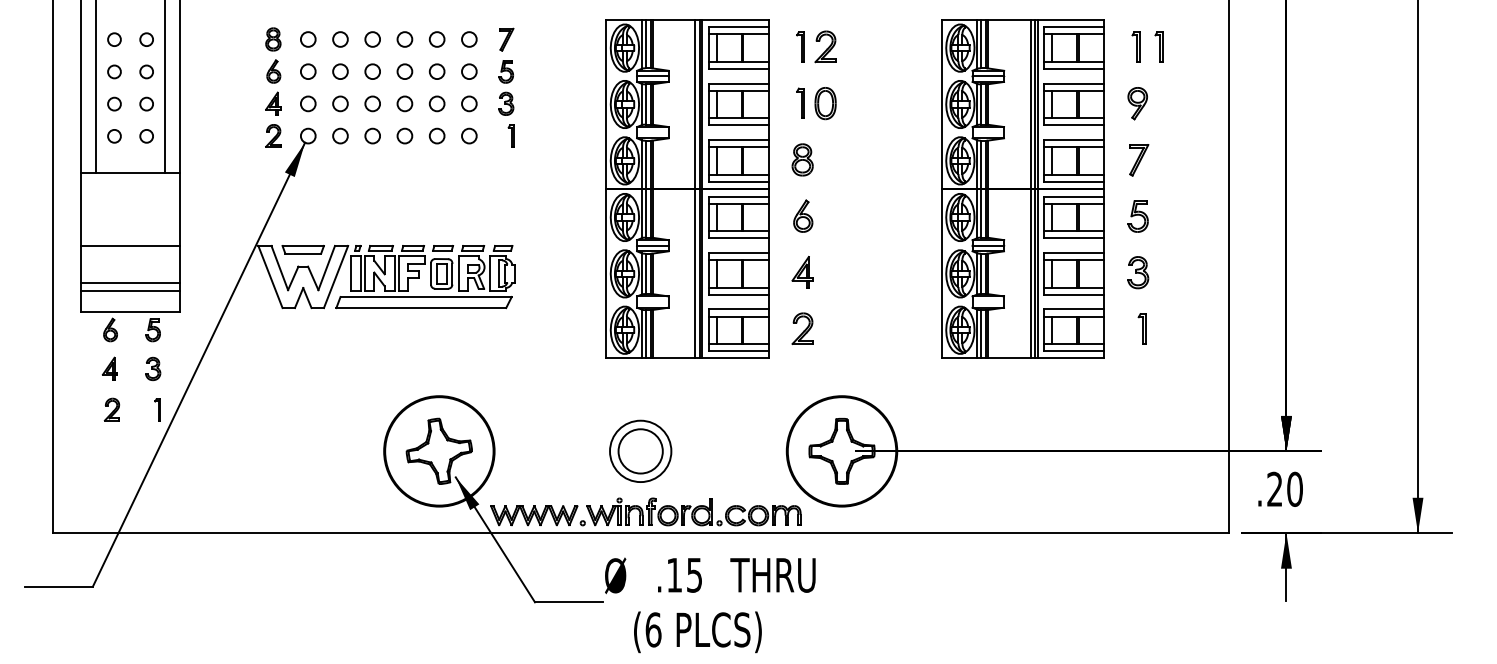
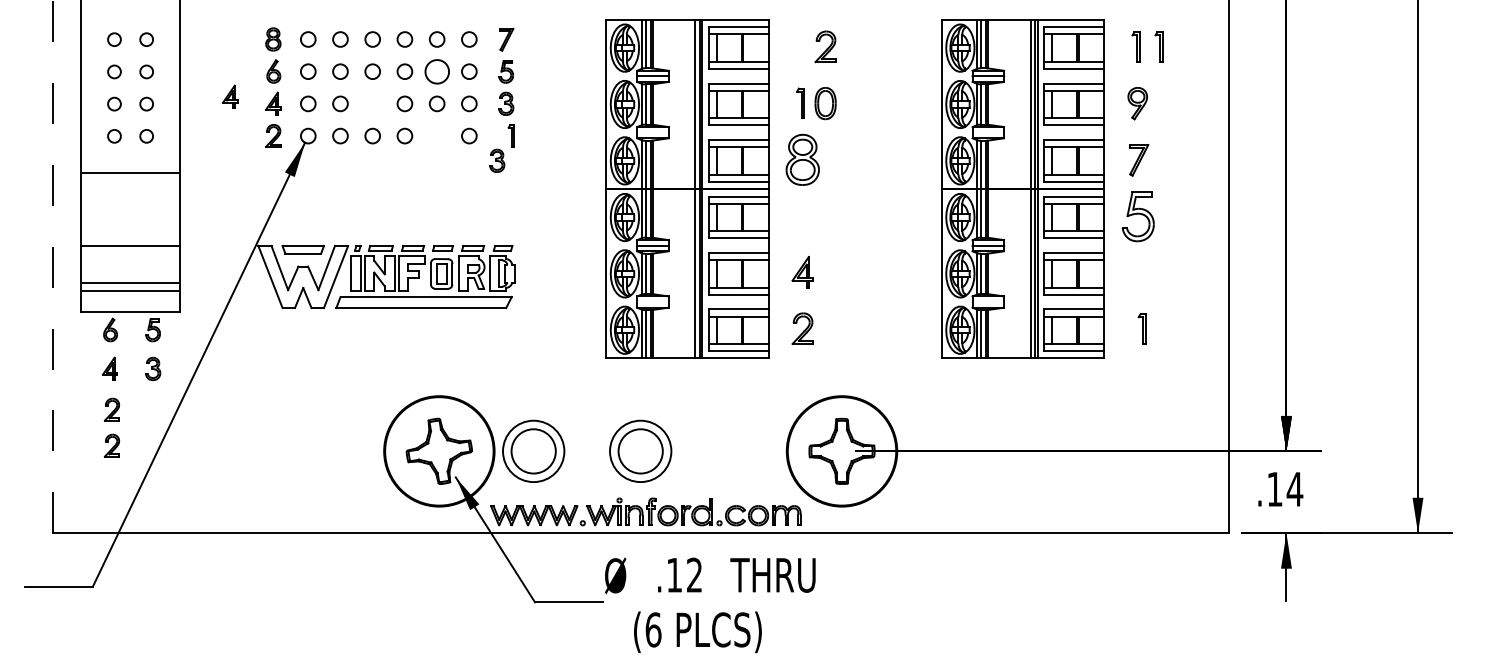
part at (800, 46): present -> none
circle at (436, 71) size: 18x17 px -> 26x26 px
line at (95, 87): present -> none
line at (165, 87): present -> none
part at (230, 96): none -> present
circle at (372, 103): present -> none
circle at (436, 135): present -> none
part at (802, 159) size: 23x34 px -> 35x53 px
part at (497, 160): none -> present
part at (803, 215): present -> none
part at (1137, 216) size: 22x33 px -> 34x52 px
line at (52, 266): solid -> dashed
part at (1138, 272): present -> none
part at (157, 409): present -> none
part at (111, 445): none -> present
part at (533, 450): none -> present
text at (1285, 488): .20 -> .14
text at (694, 574): .15 -> .12
